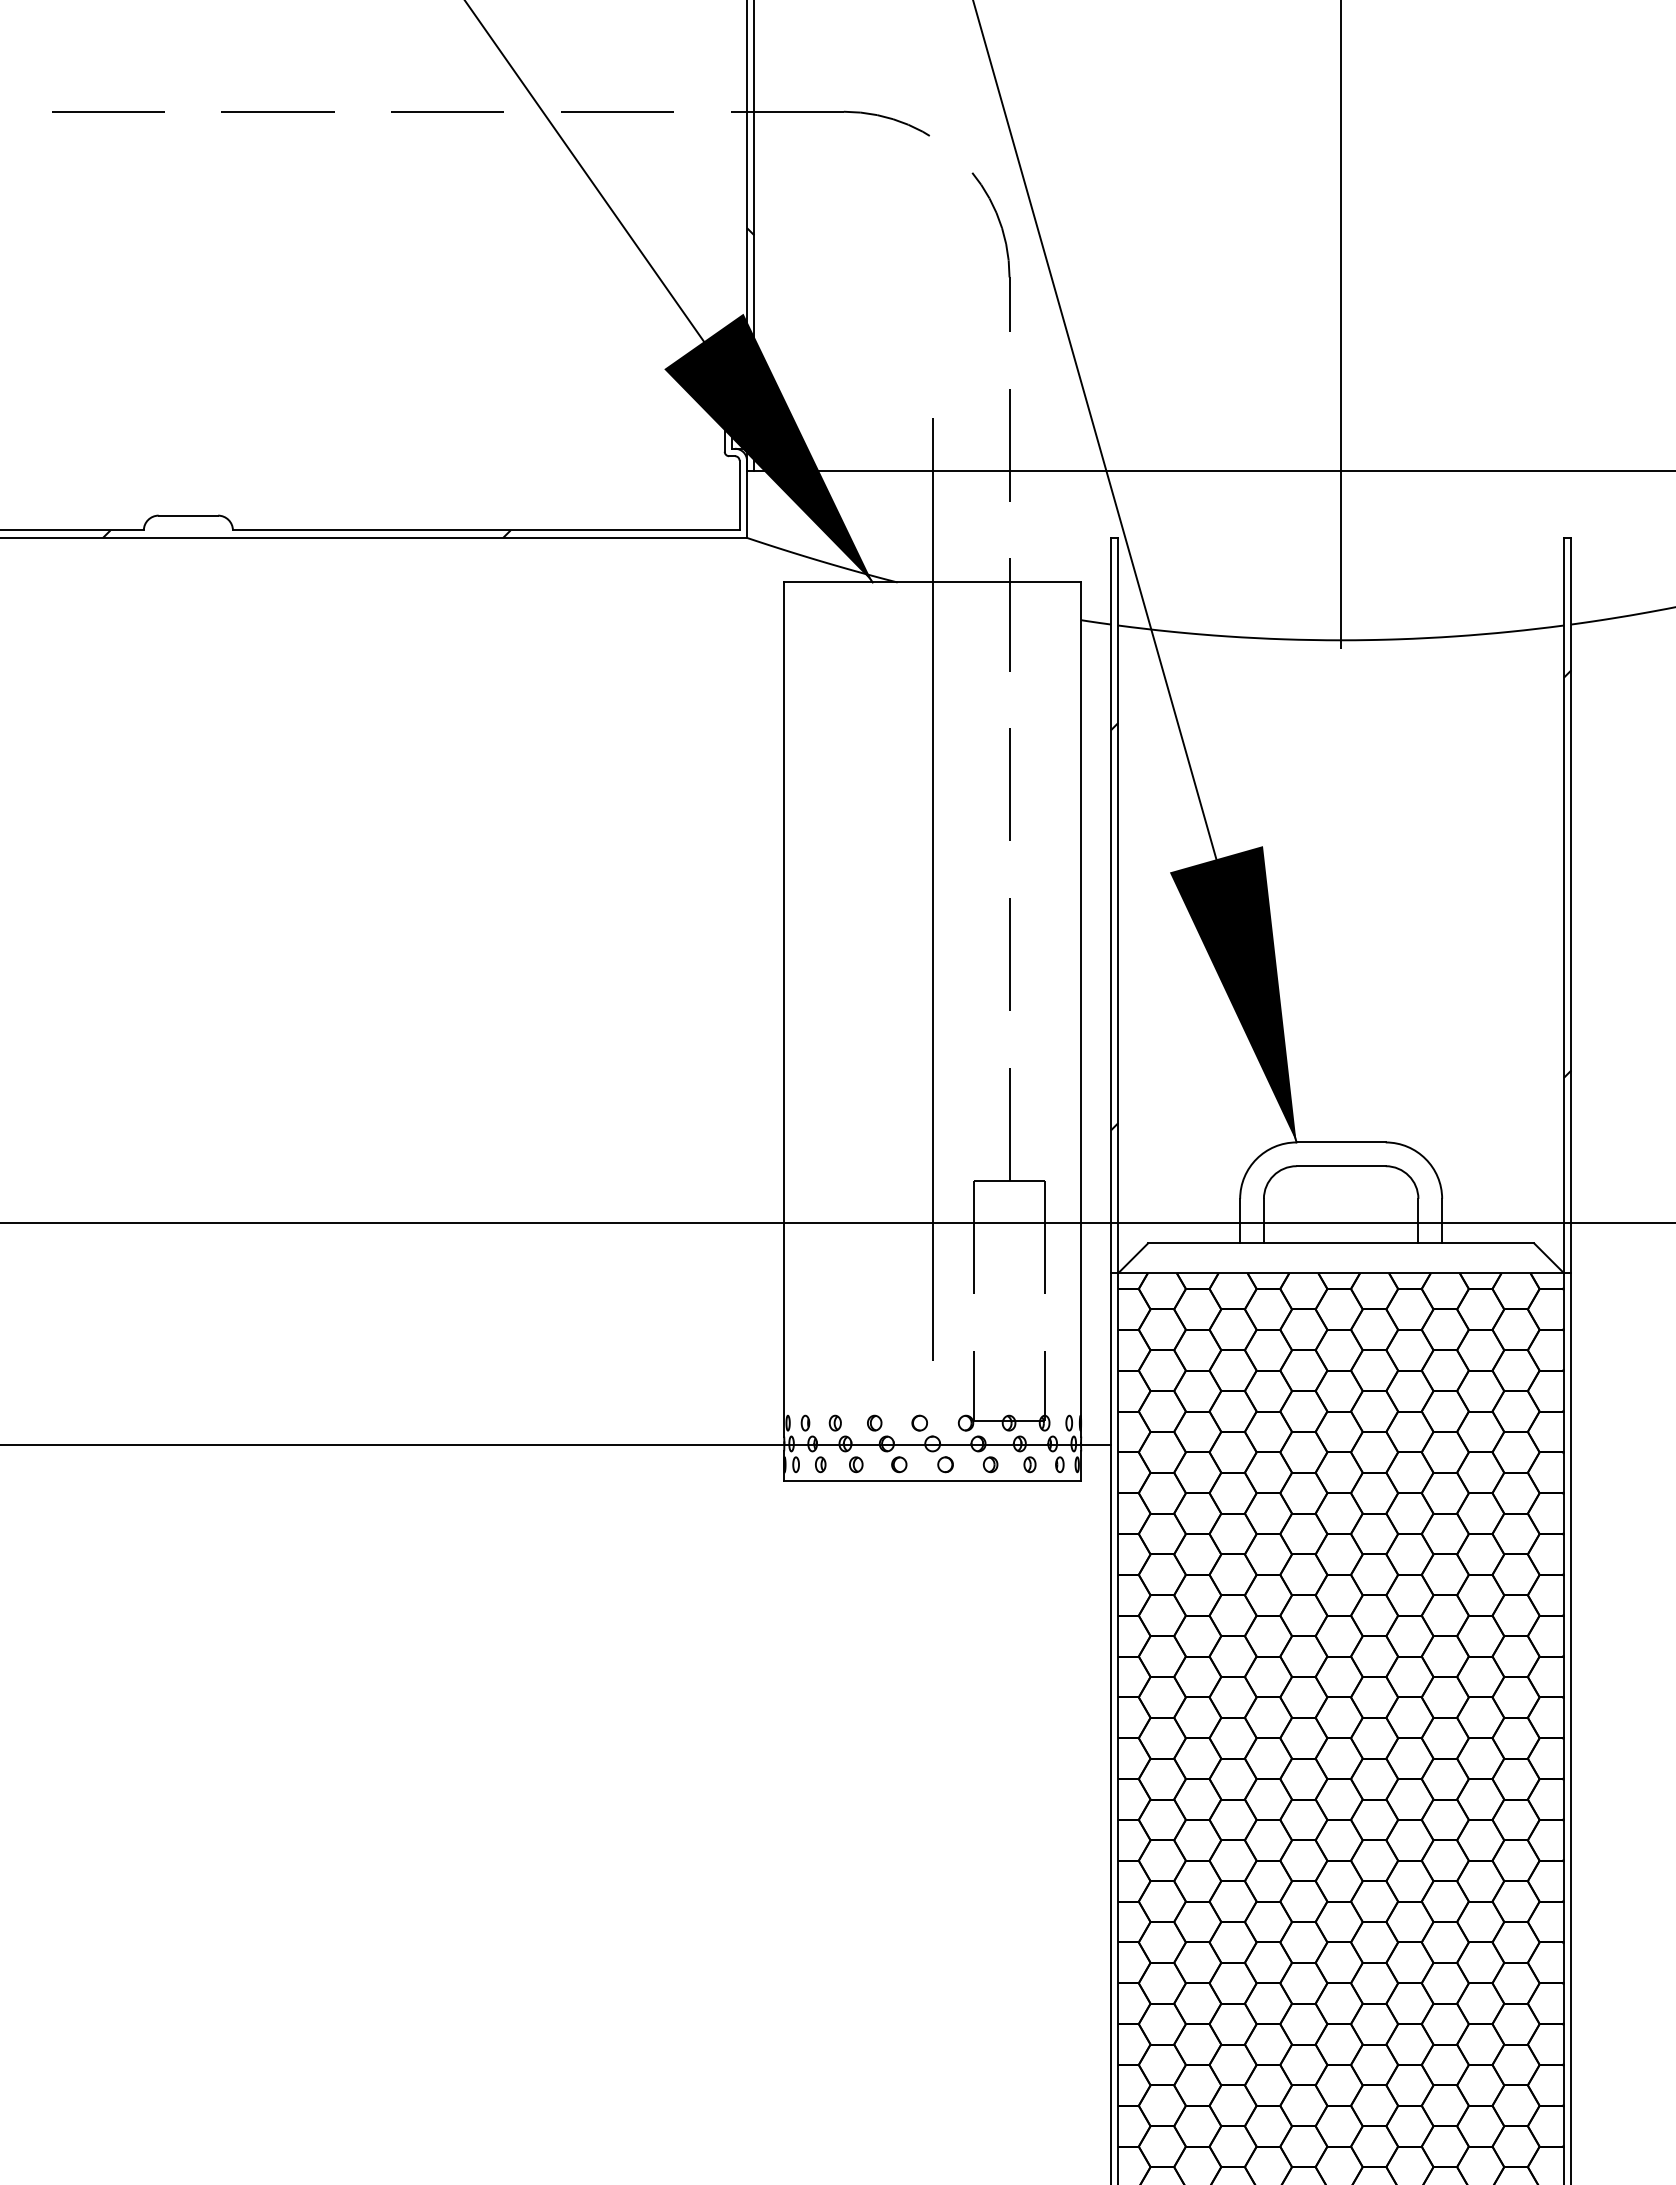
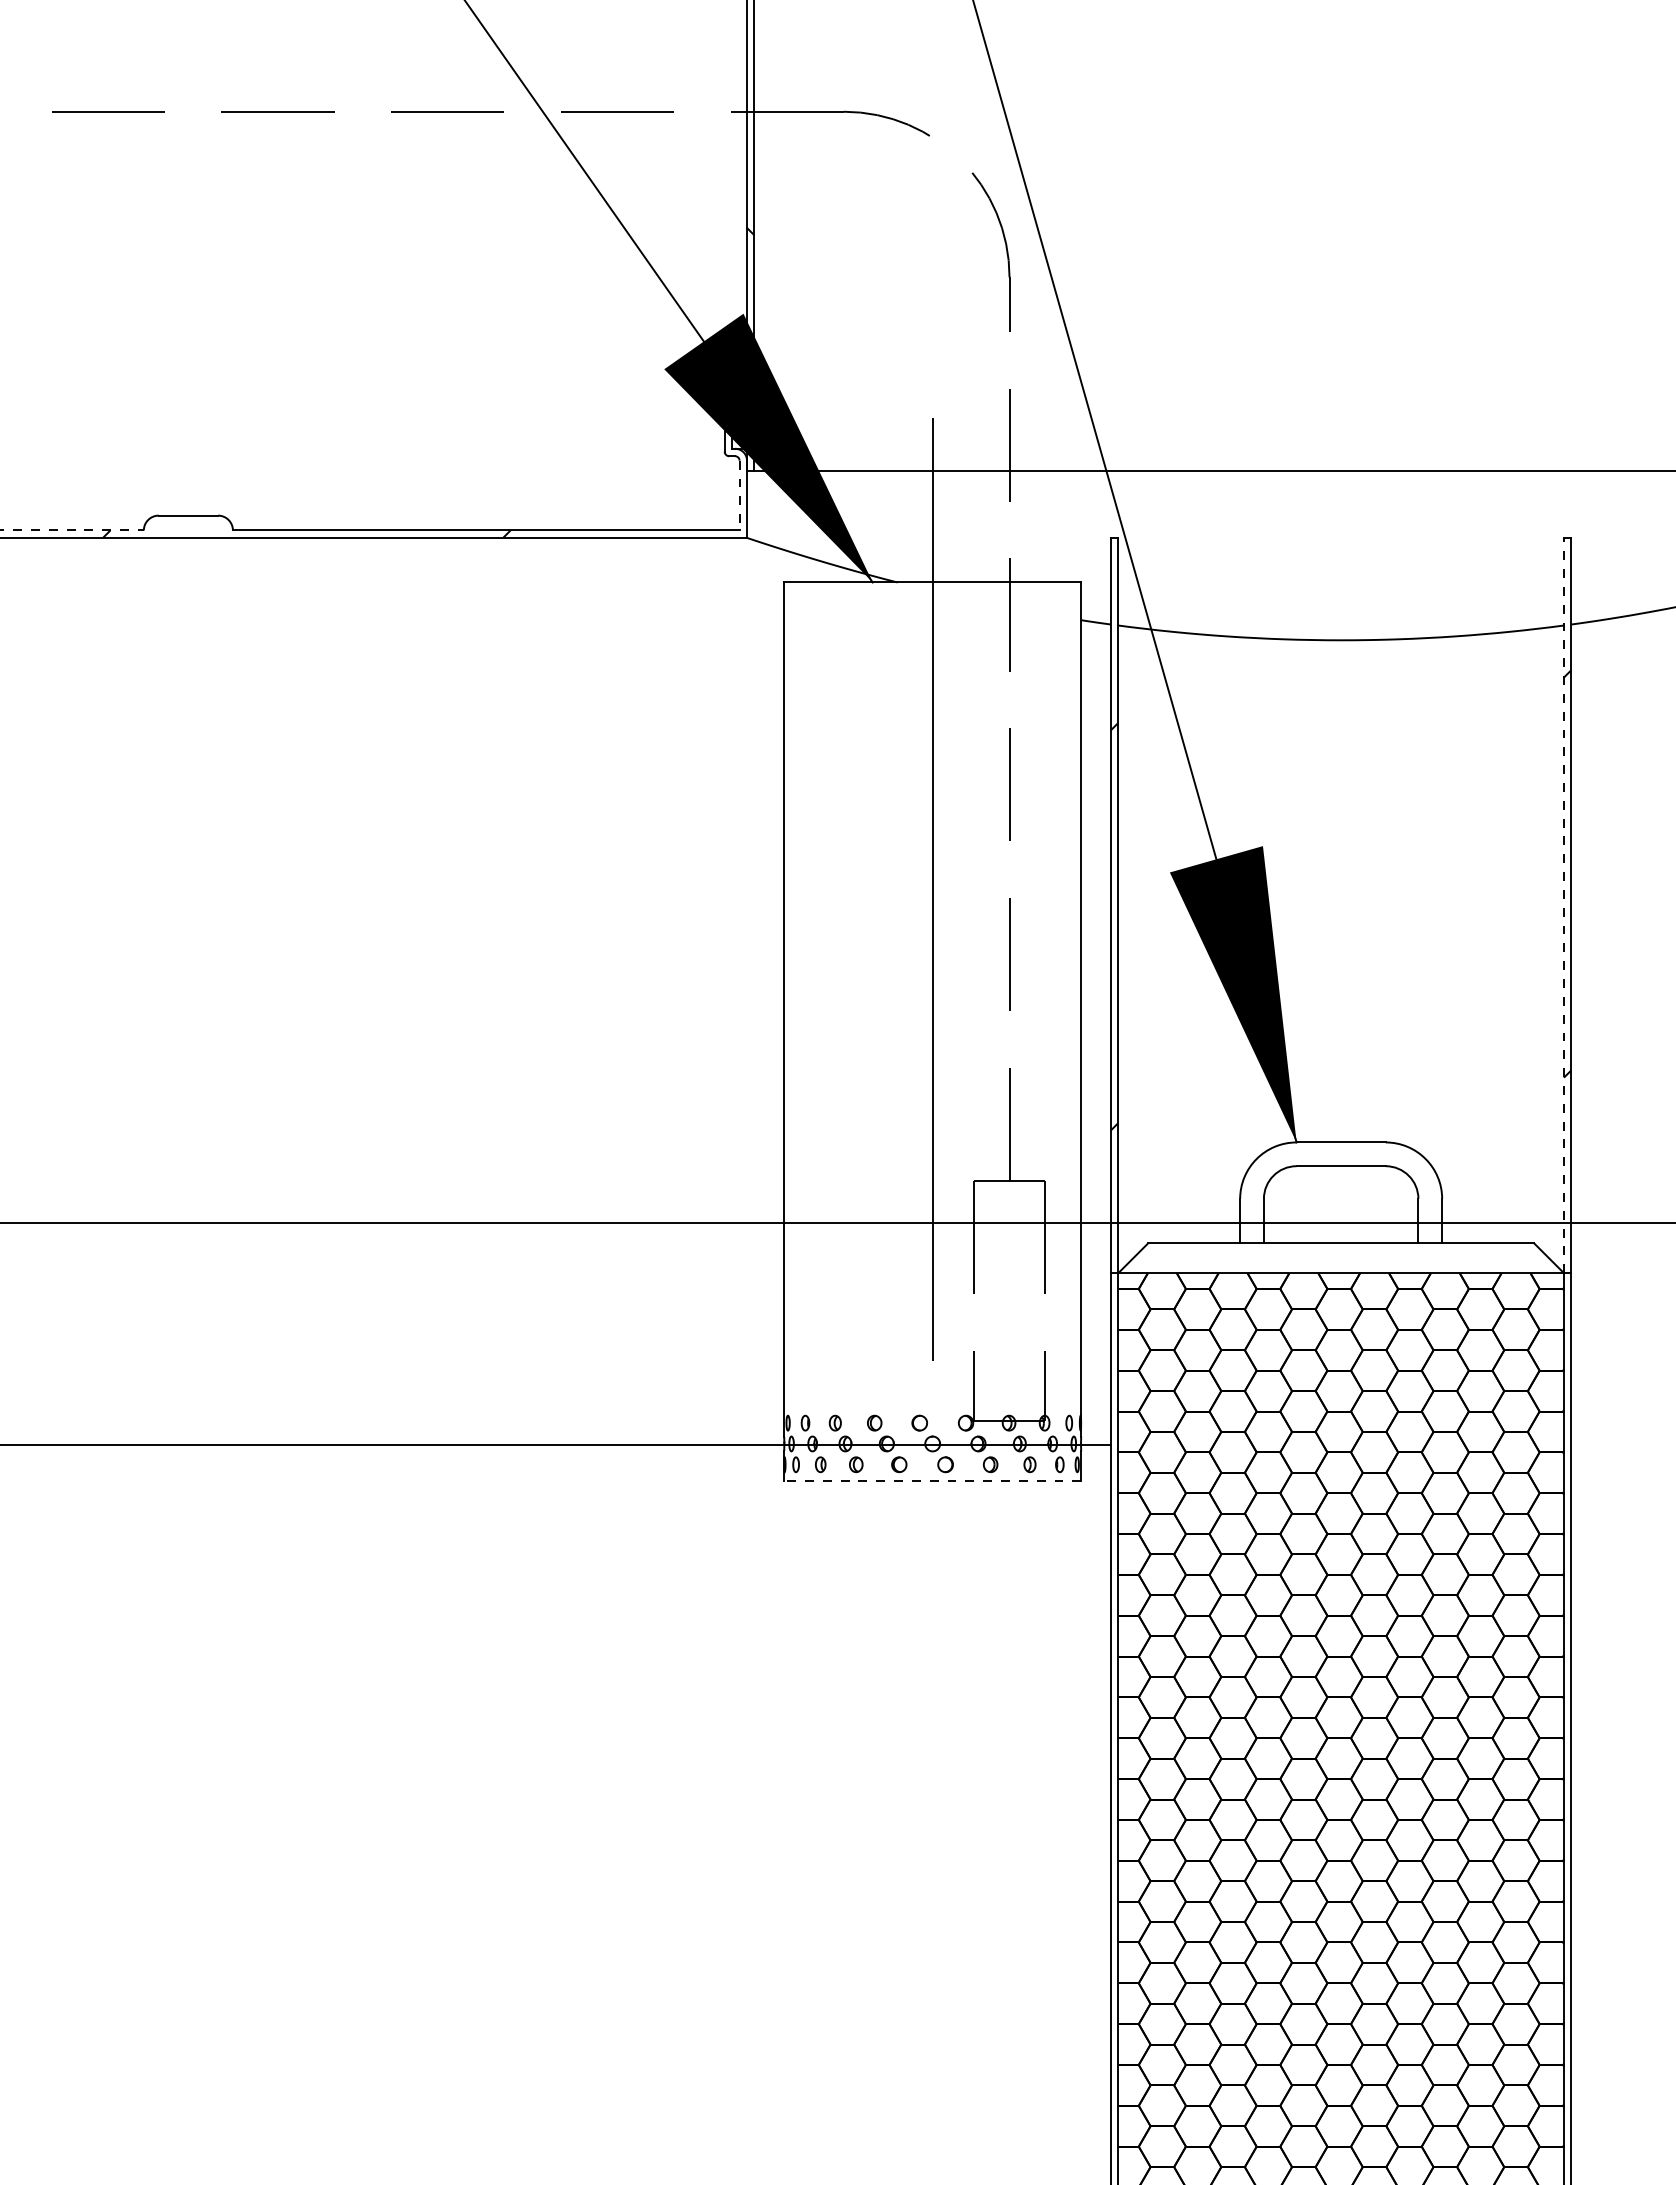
line at (1341, 325): present -> none
line at (739, 495): solid -> dashed
line at (72, 530): solid -> dashed
line at (1563, 905): solid -> dashed
line at (932, 1481): solid -> dashed
